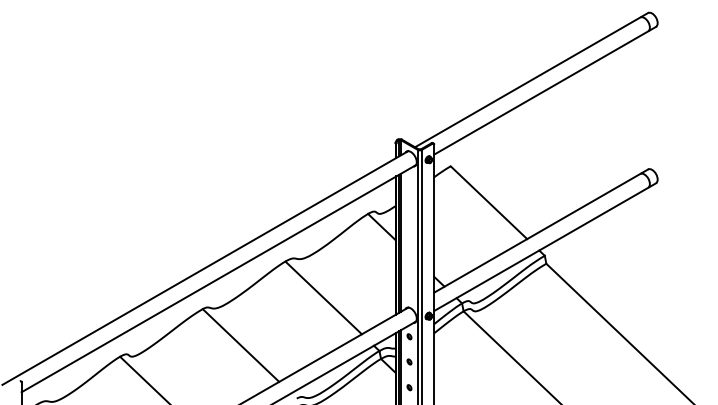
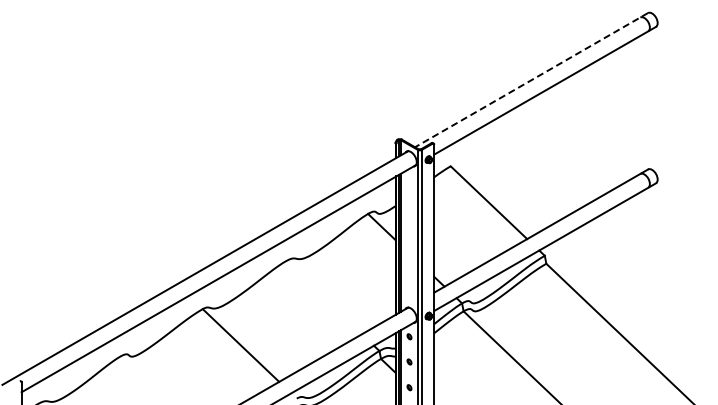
line at (531, 80): solid -> dashed
line at (323, 297): present -> none
line at (143, 378): present -> none
